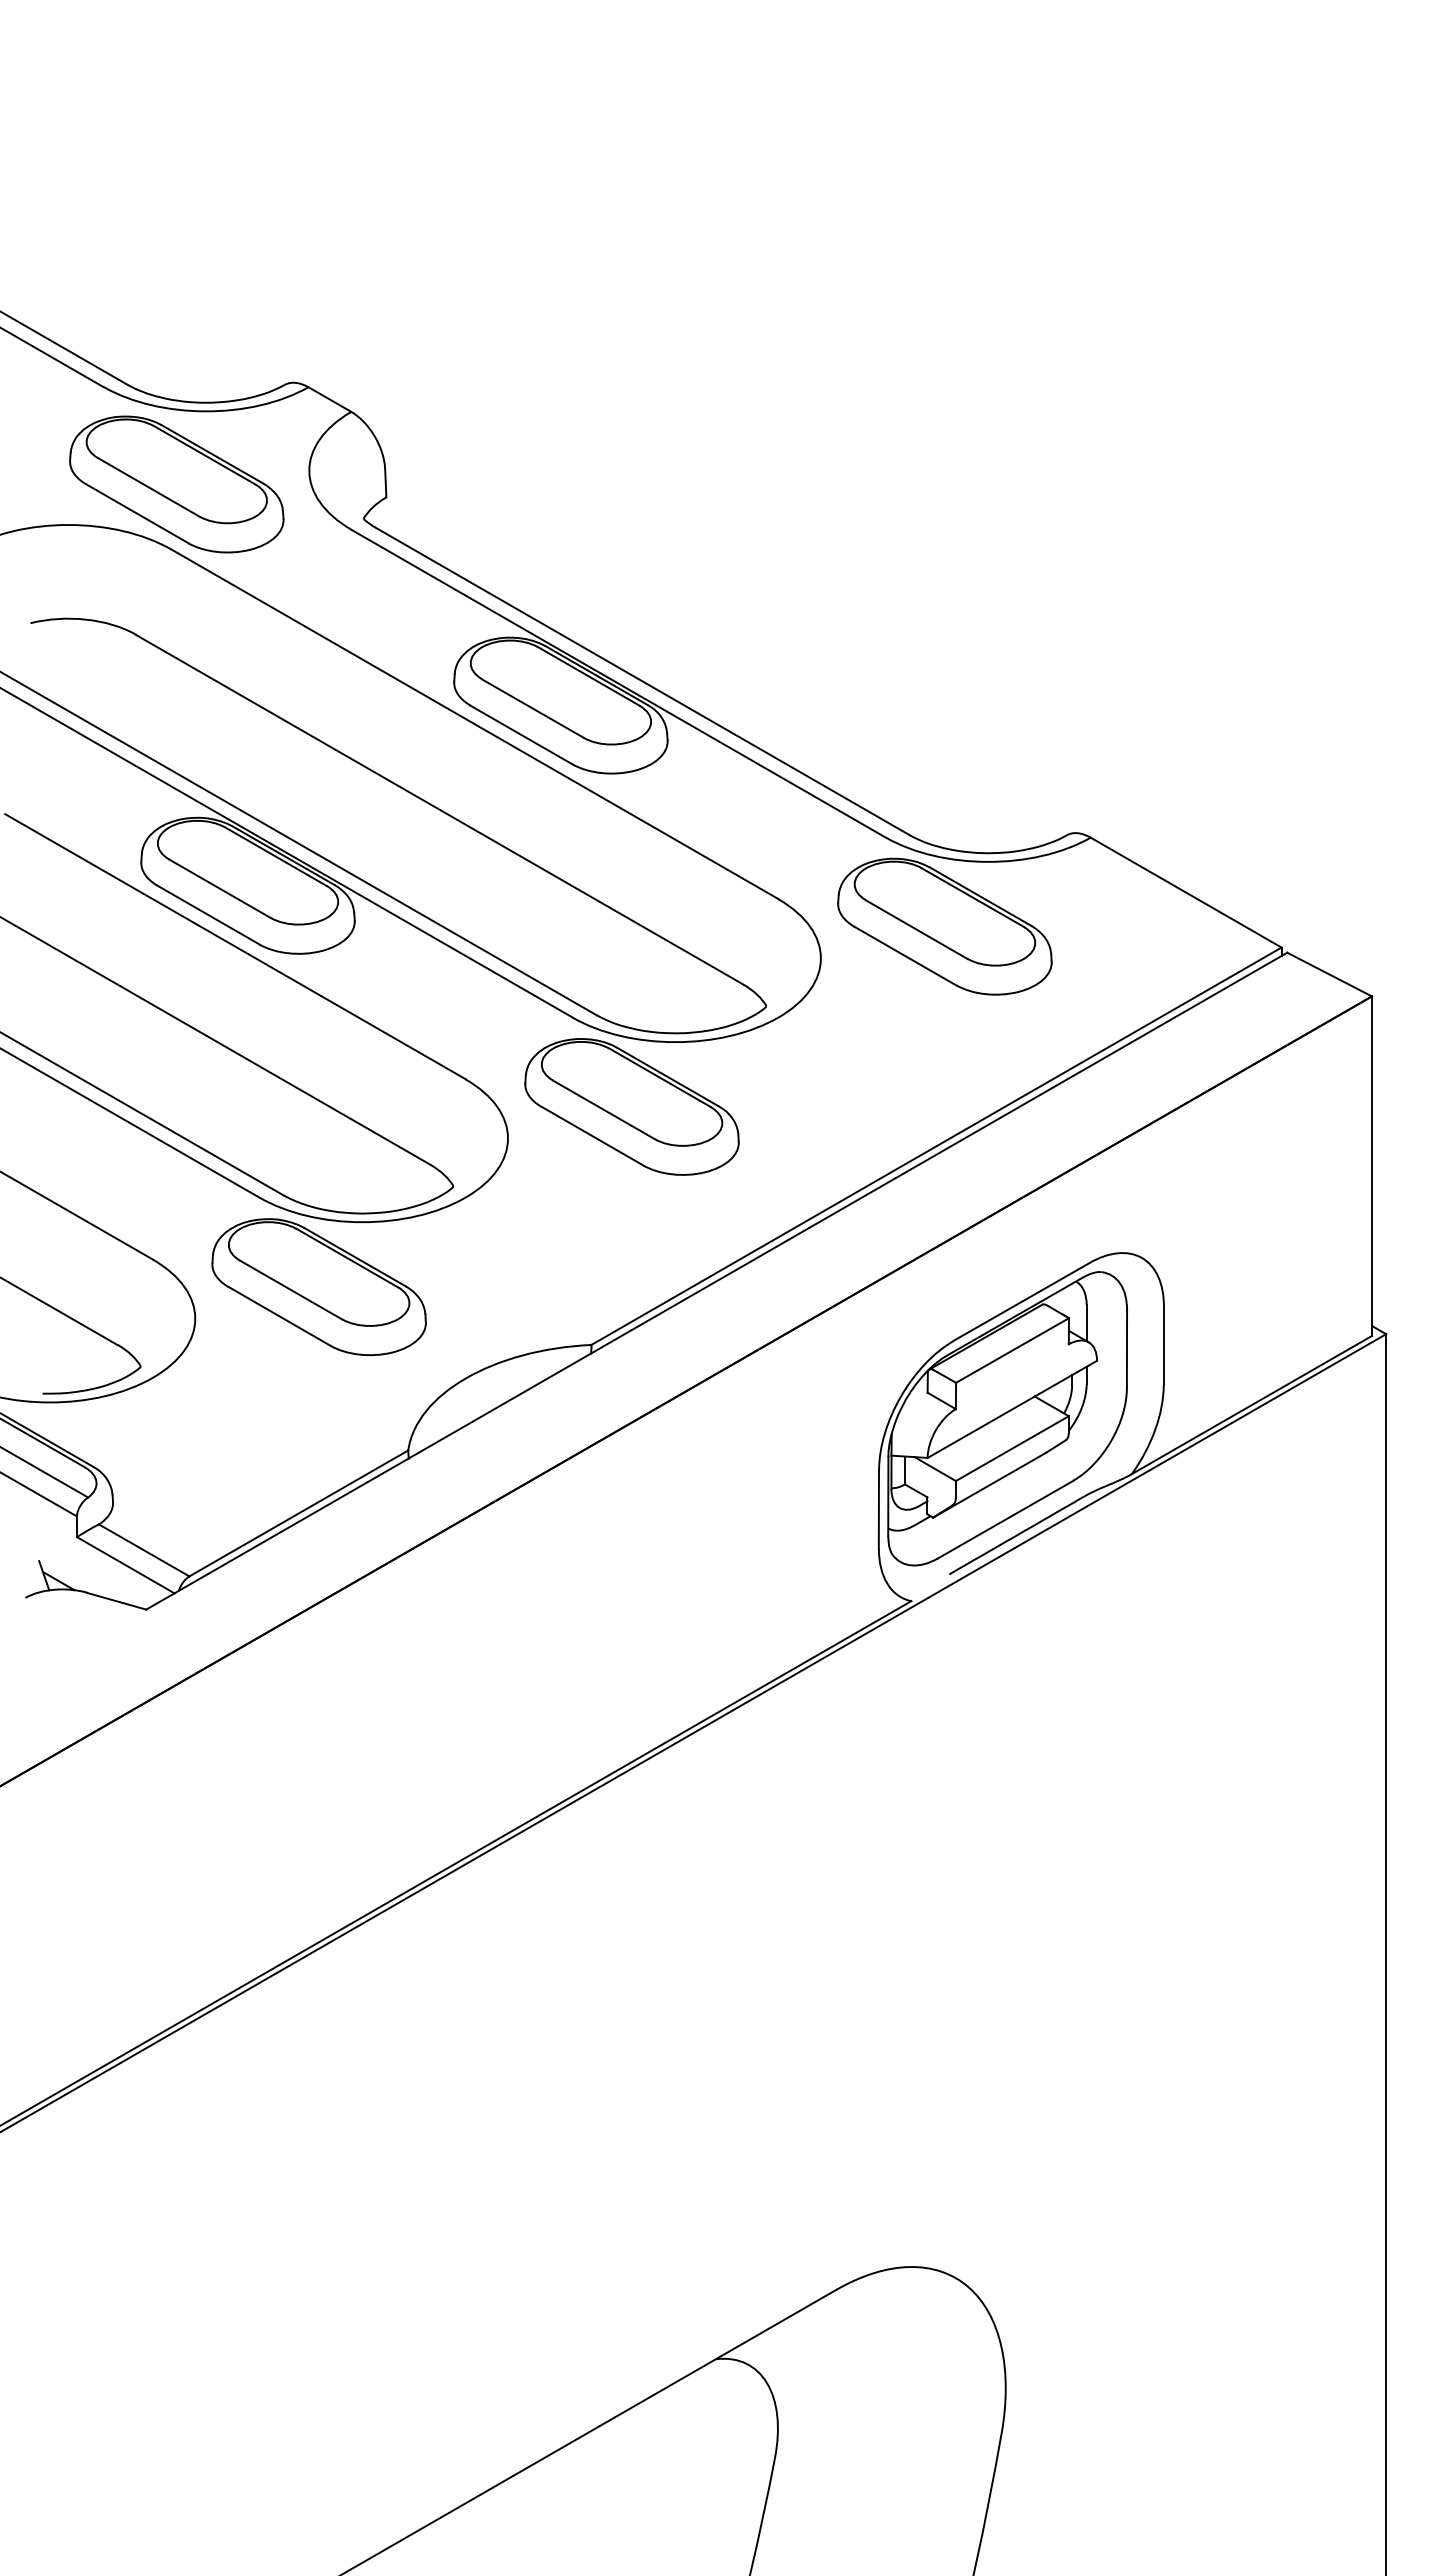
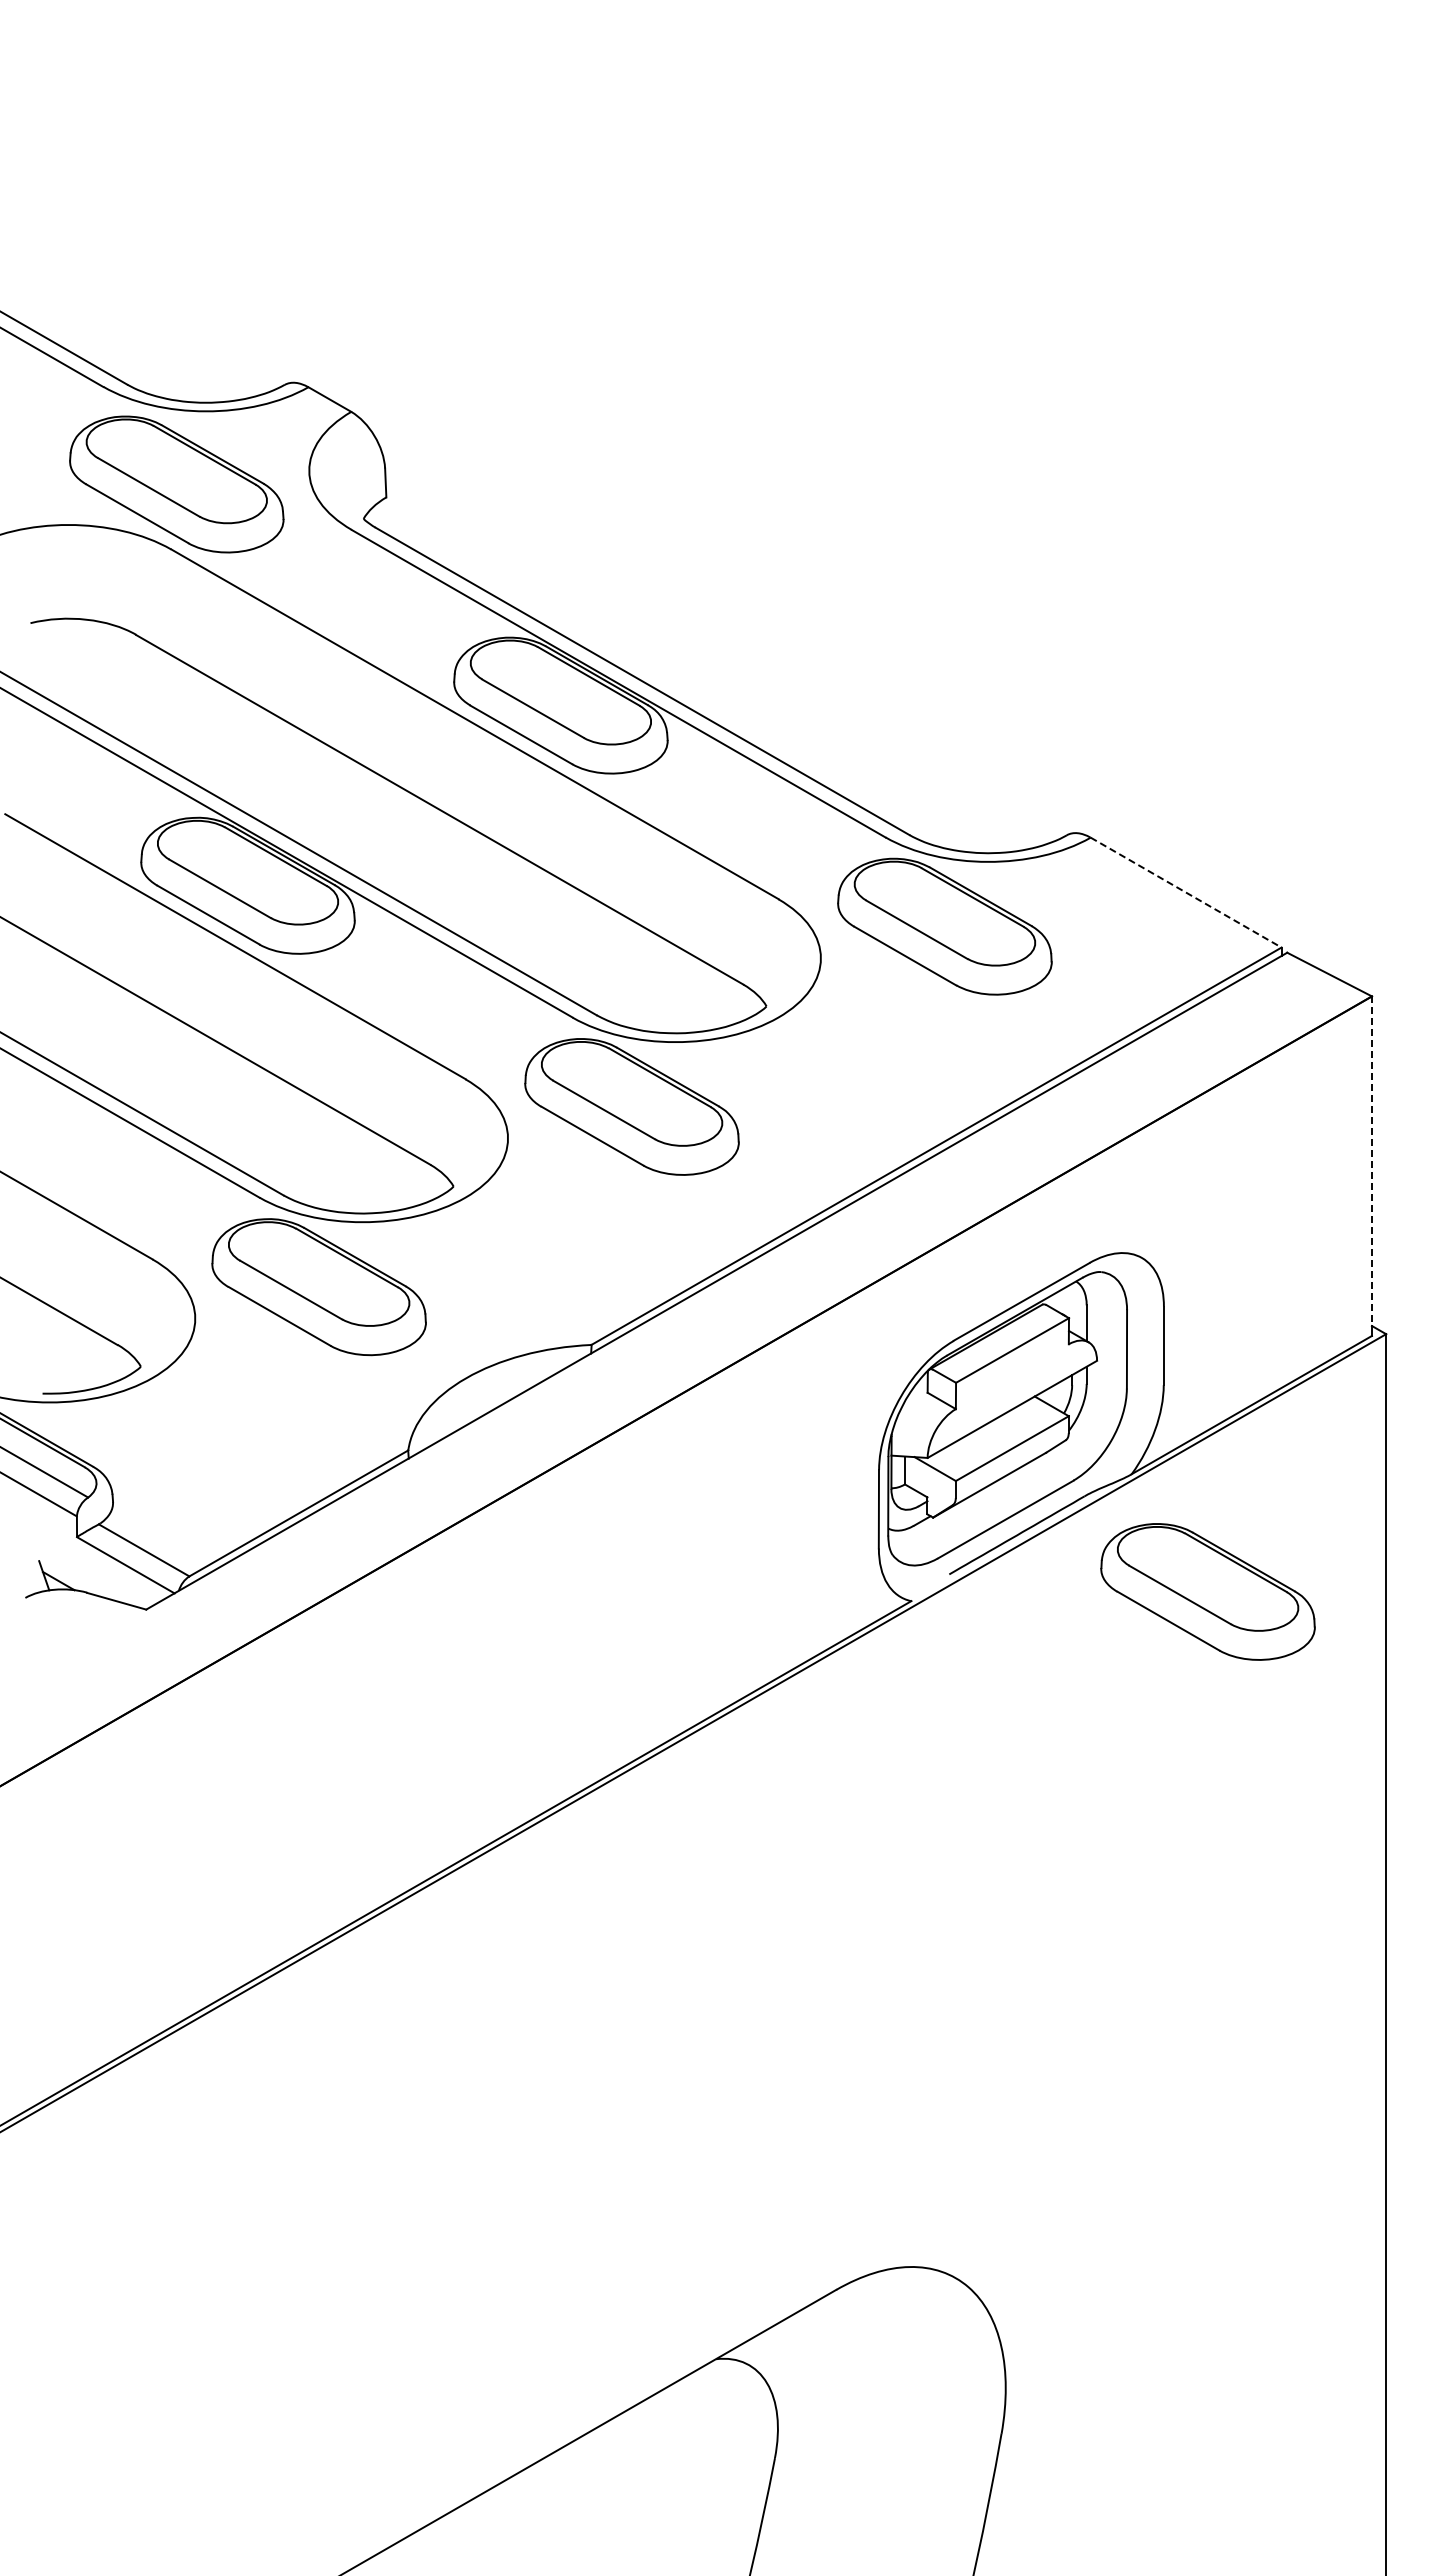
line at (1186, 892): solid -> dashed
line at (1371, 1161): solid -> dashed
part at (1207, 1591): none -> present
